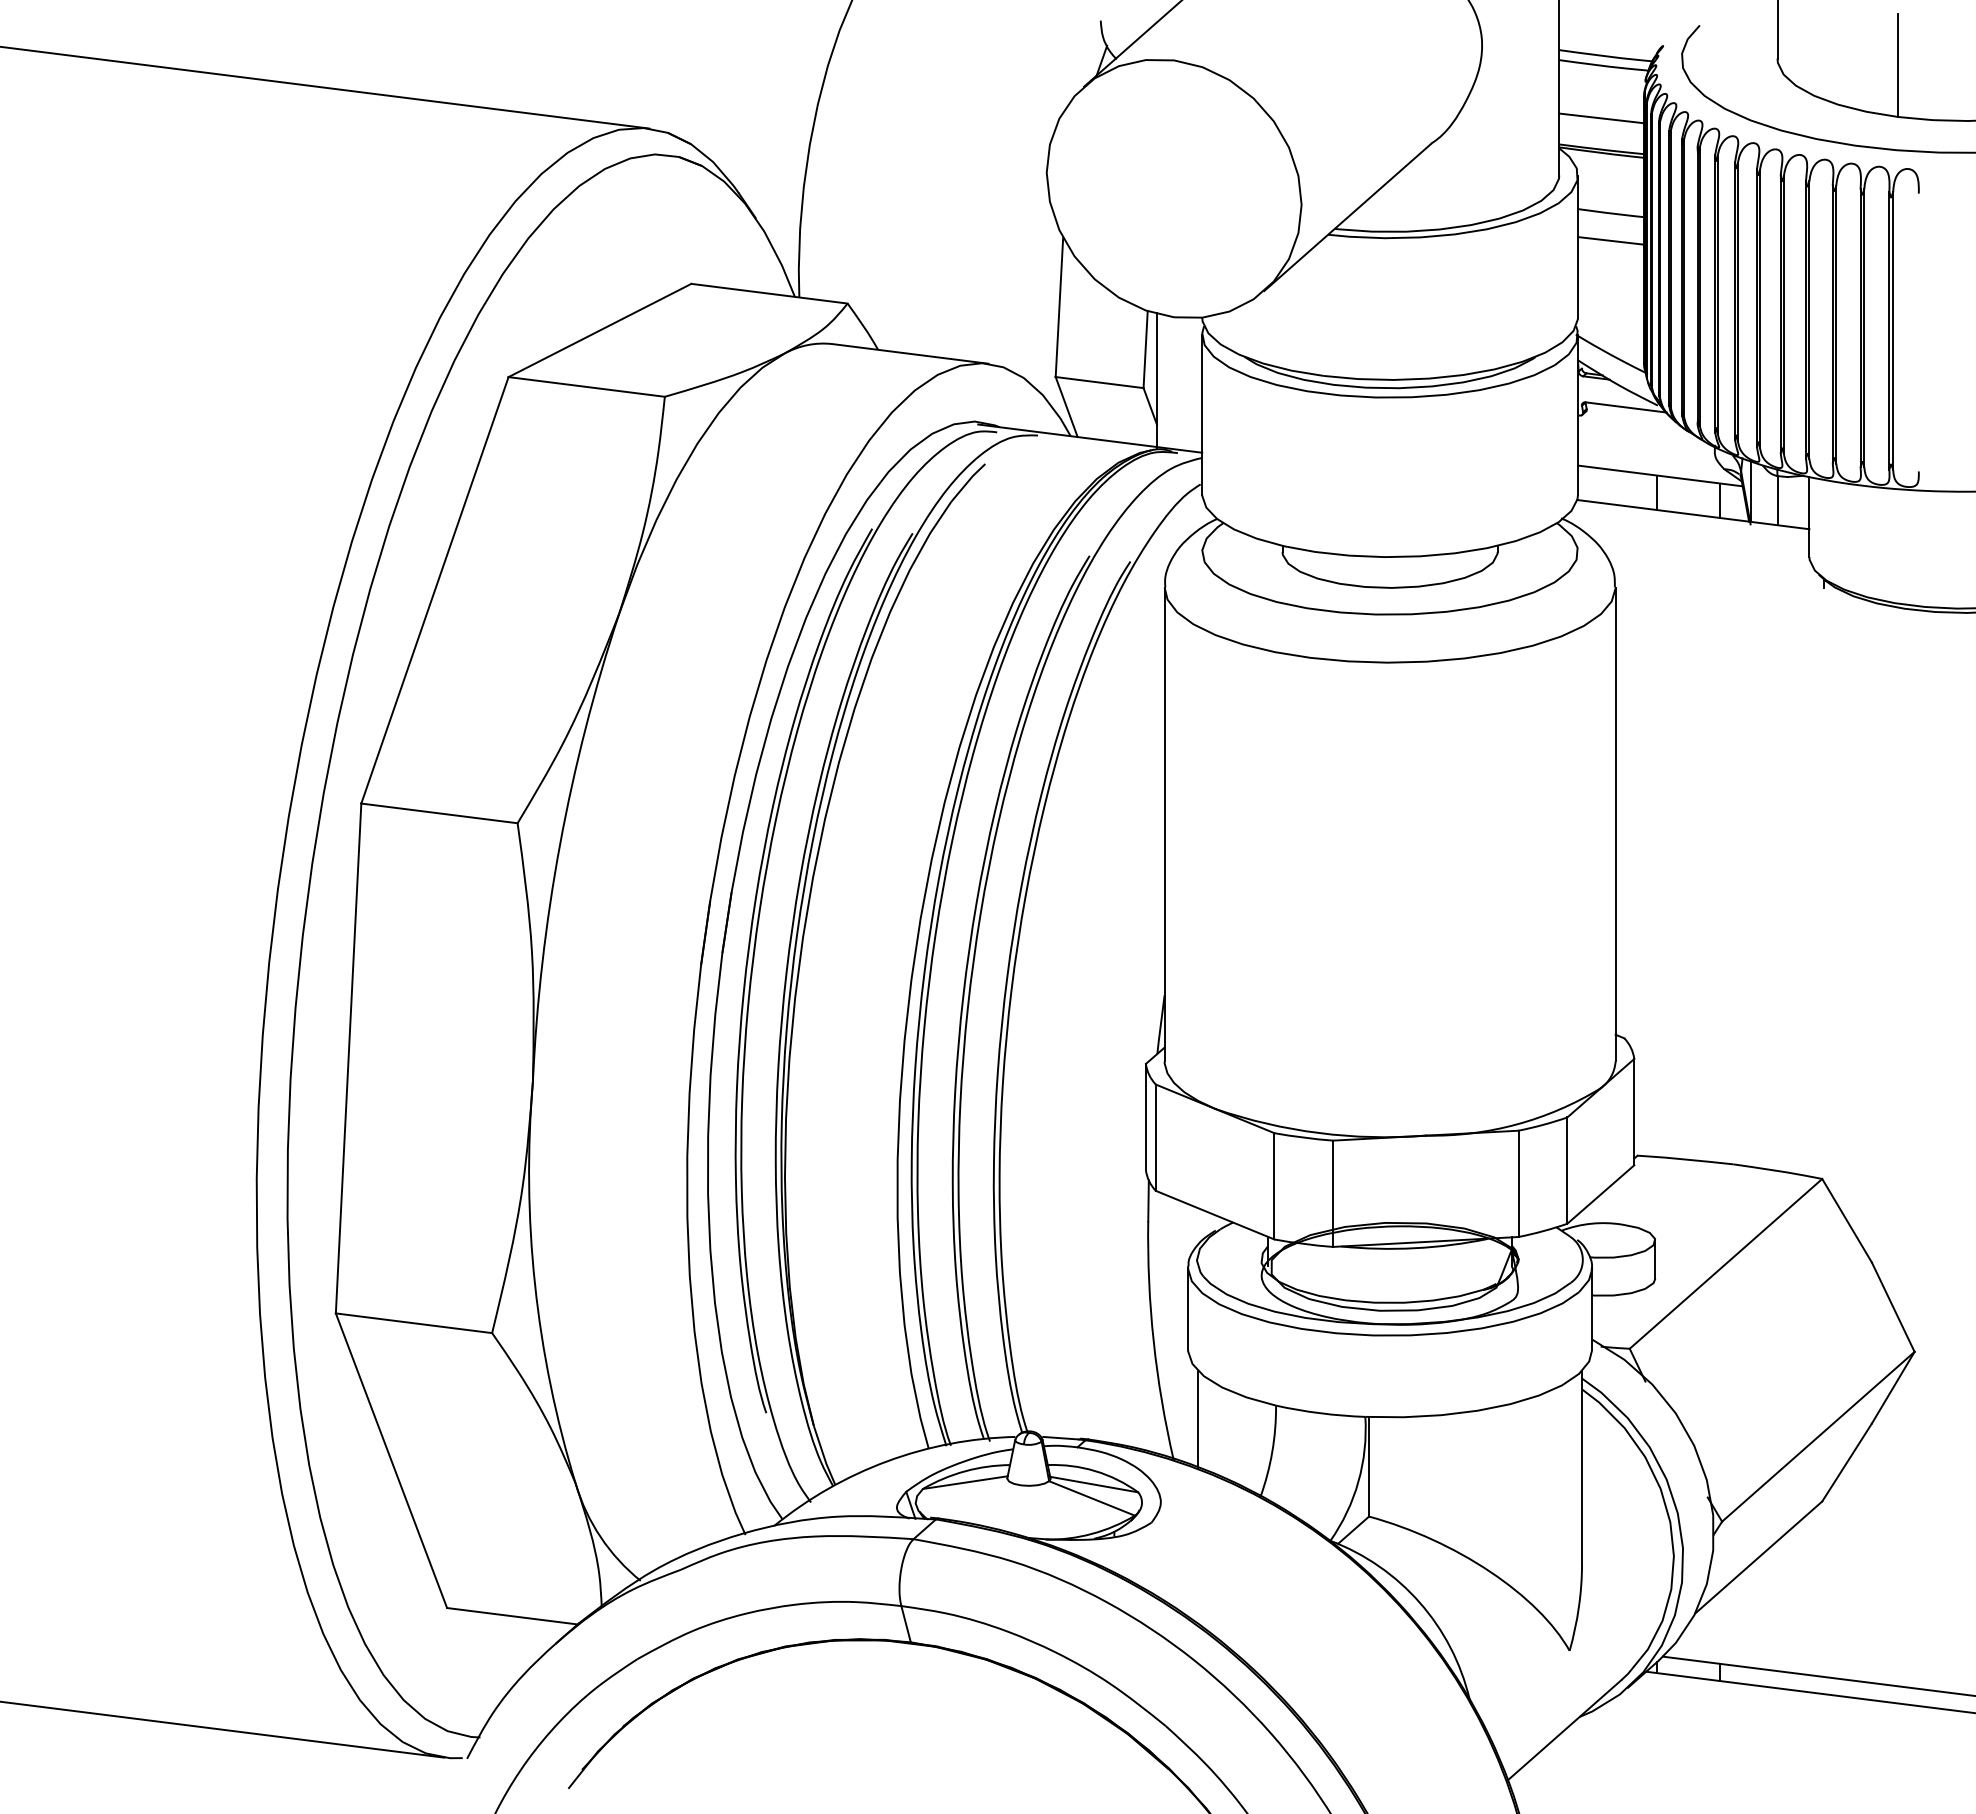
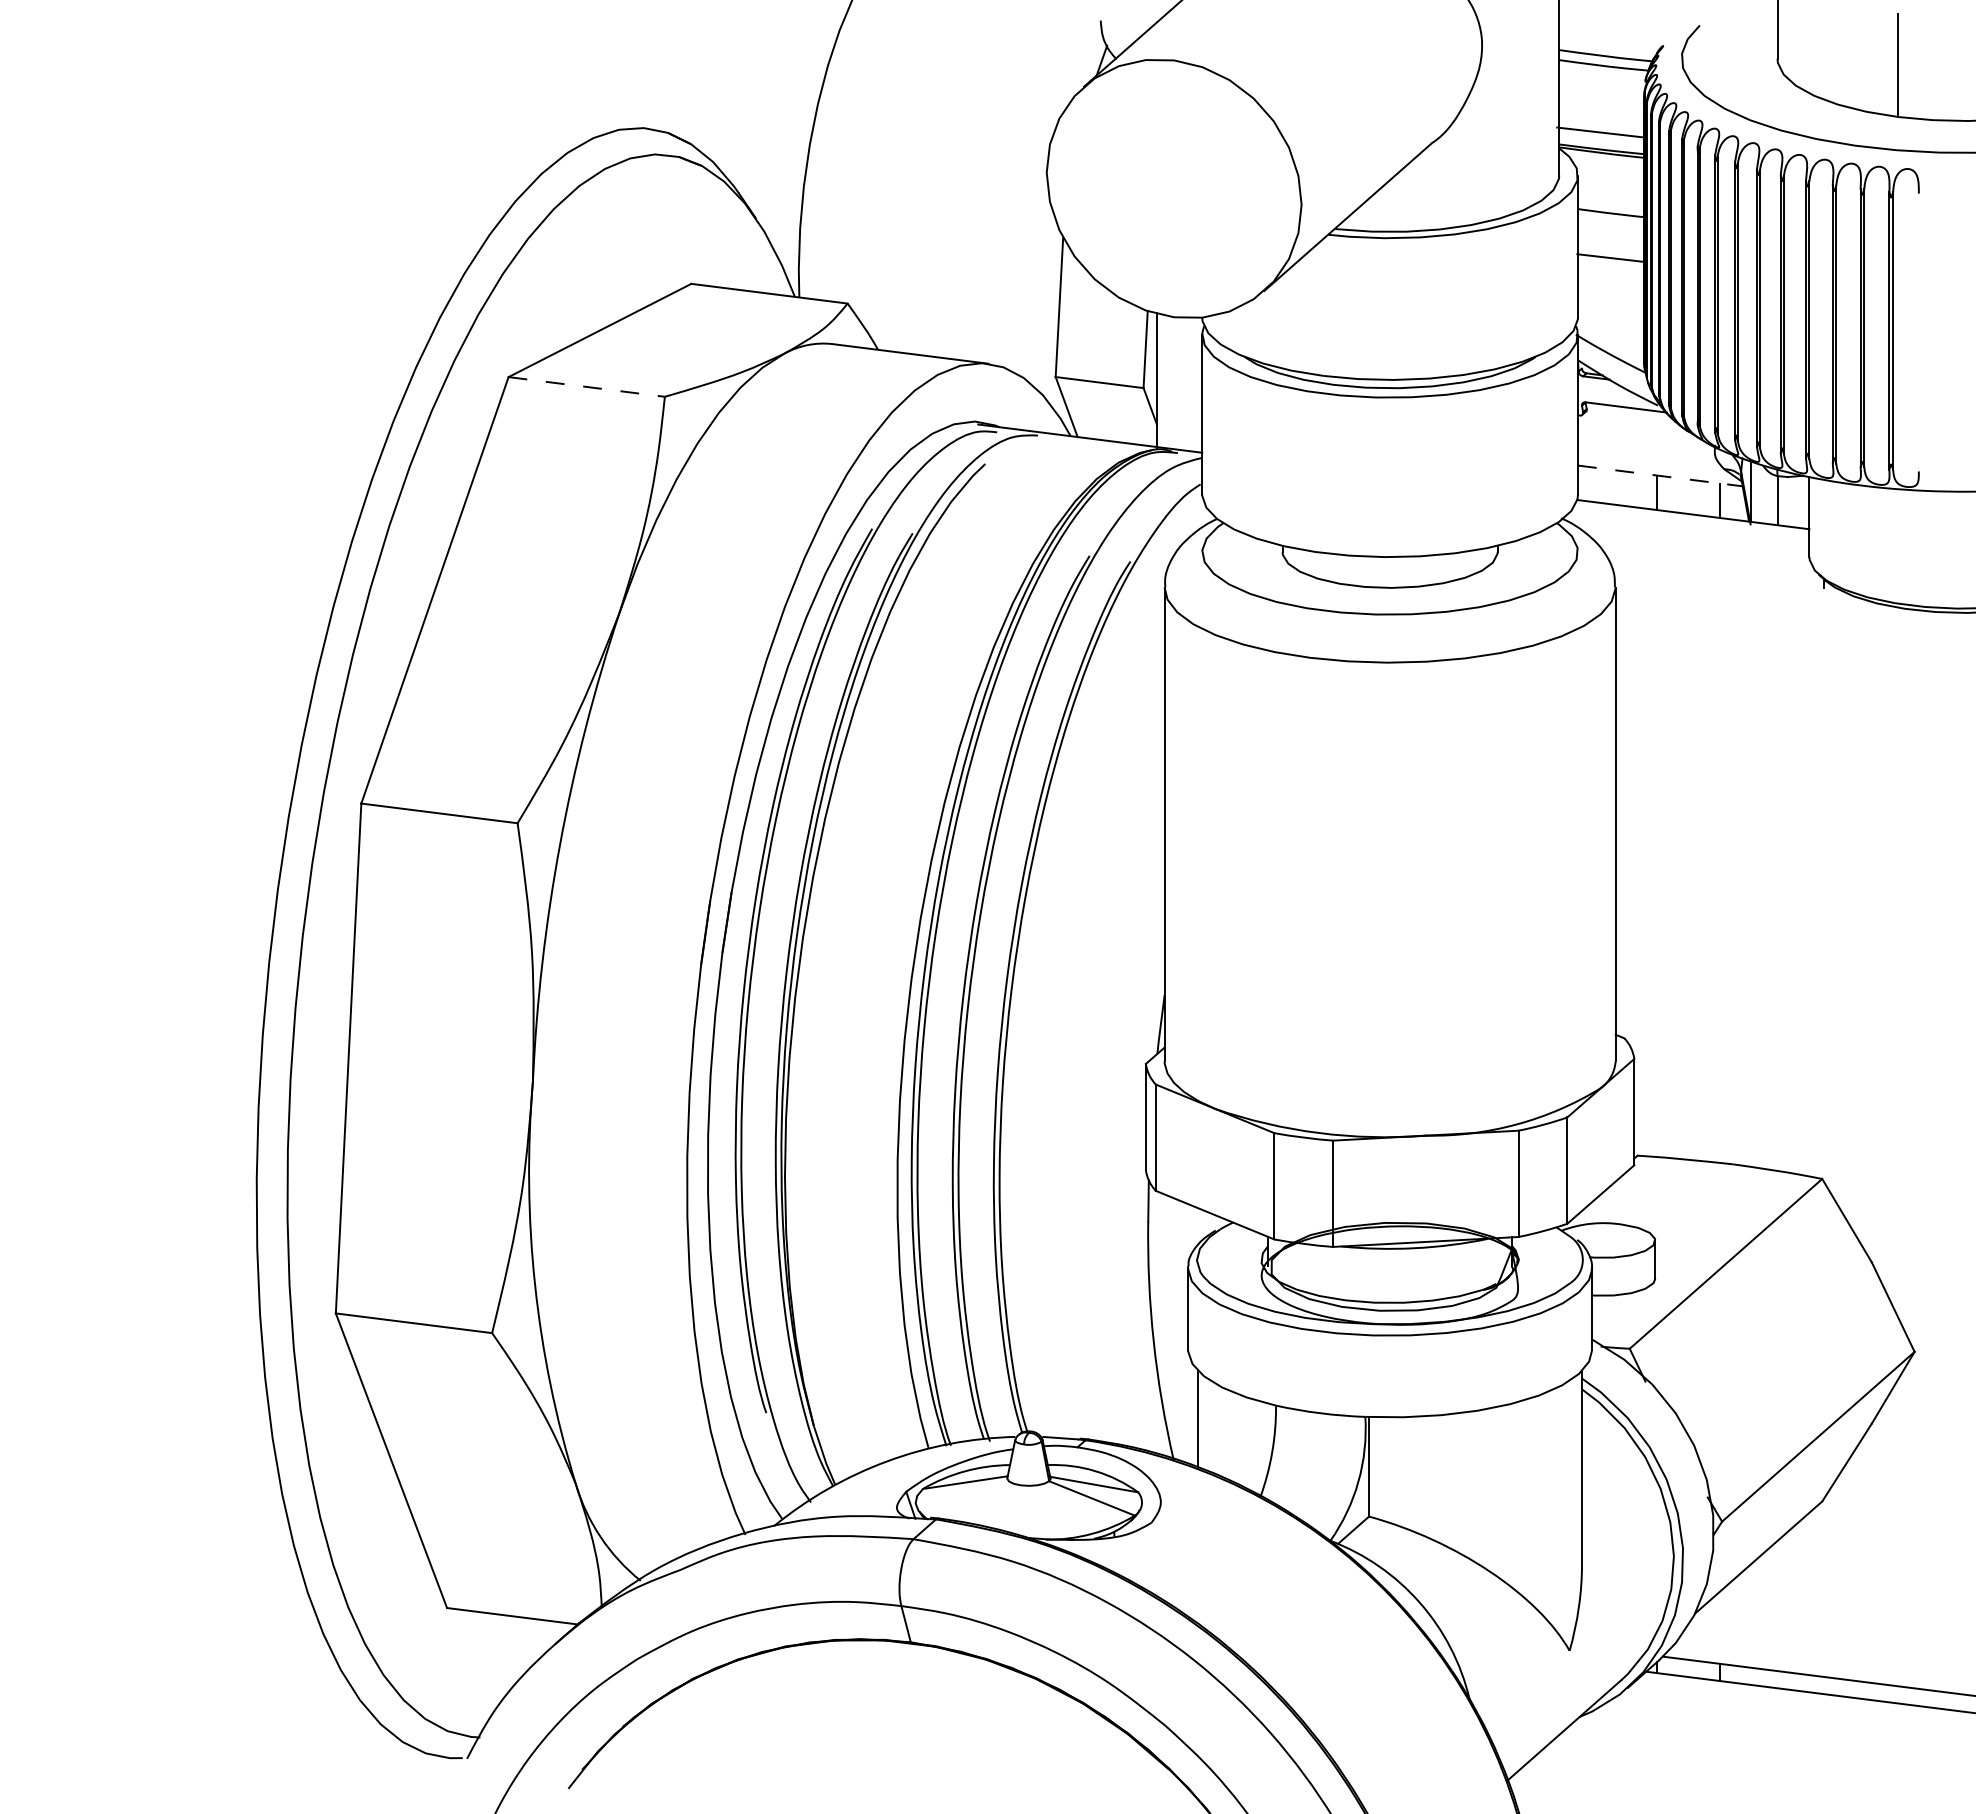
line at (325, 87): present -> none
line at (1601, 118) position: (1601, 118) -> (1599, 132)
line at (1611, 240) position: (1611, 240) -> (1609, 257)
line at (586, 386): solid -> dashed
line at (1660, 475): solid -> dashed
line at (223, 1729): present -> none
